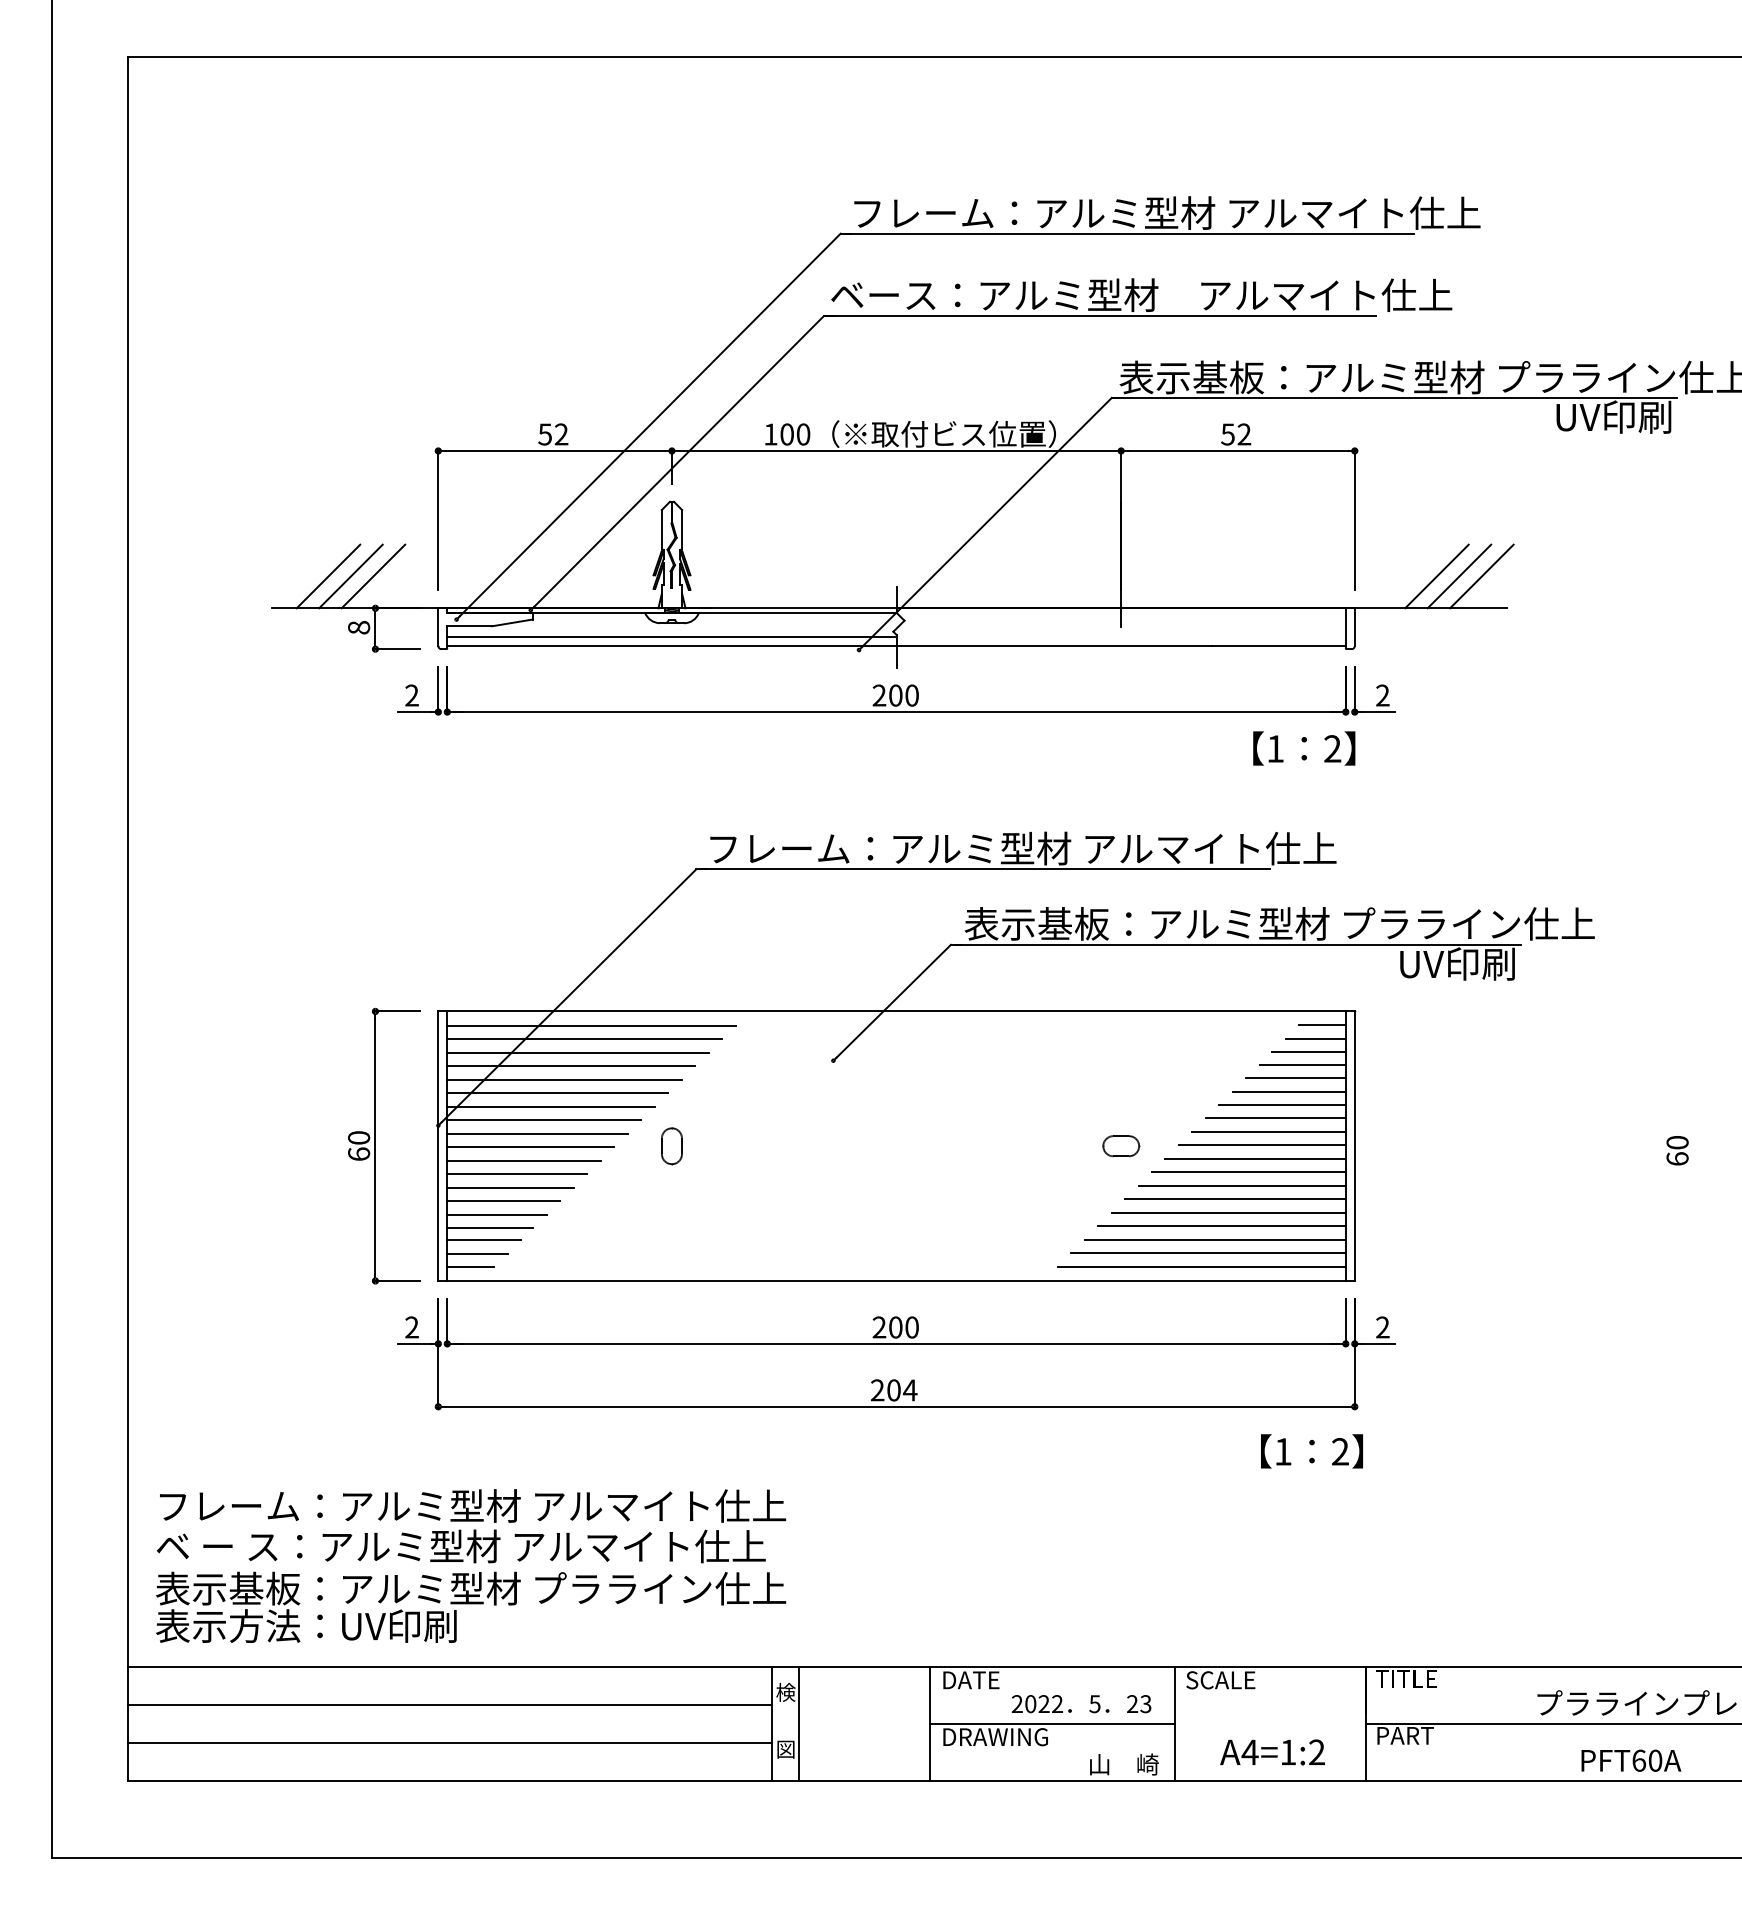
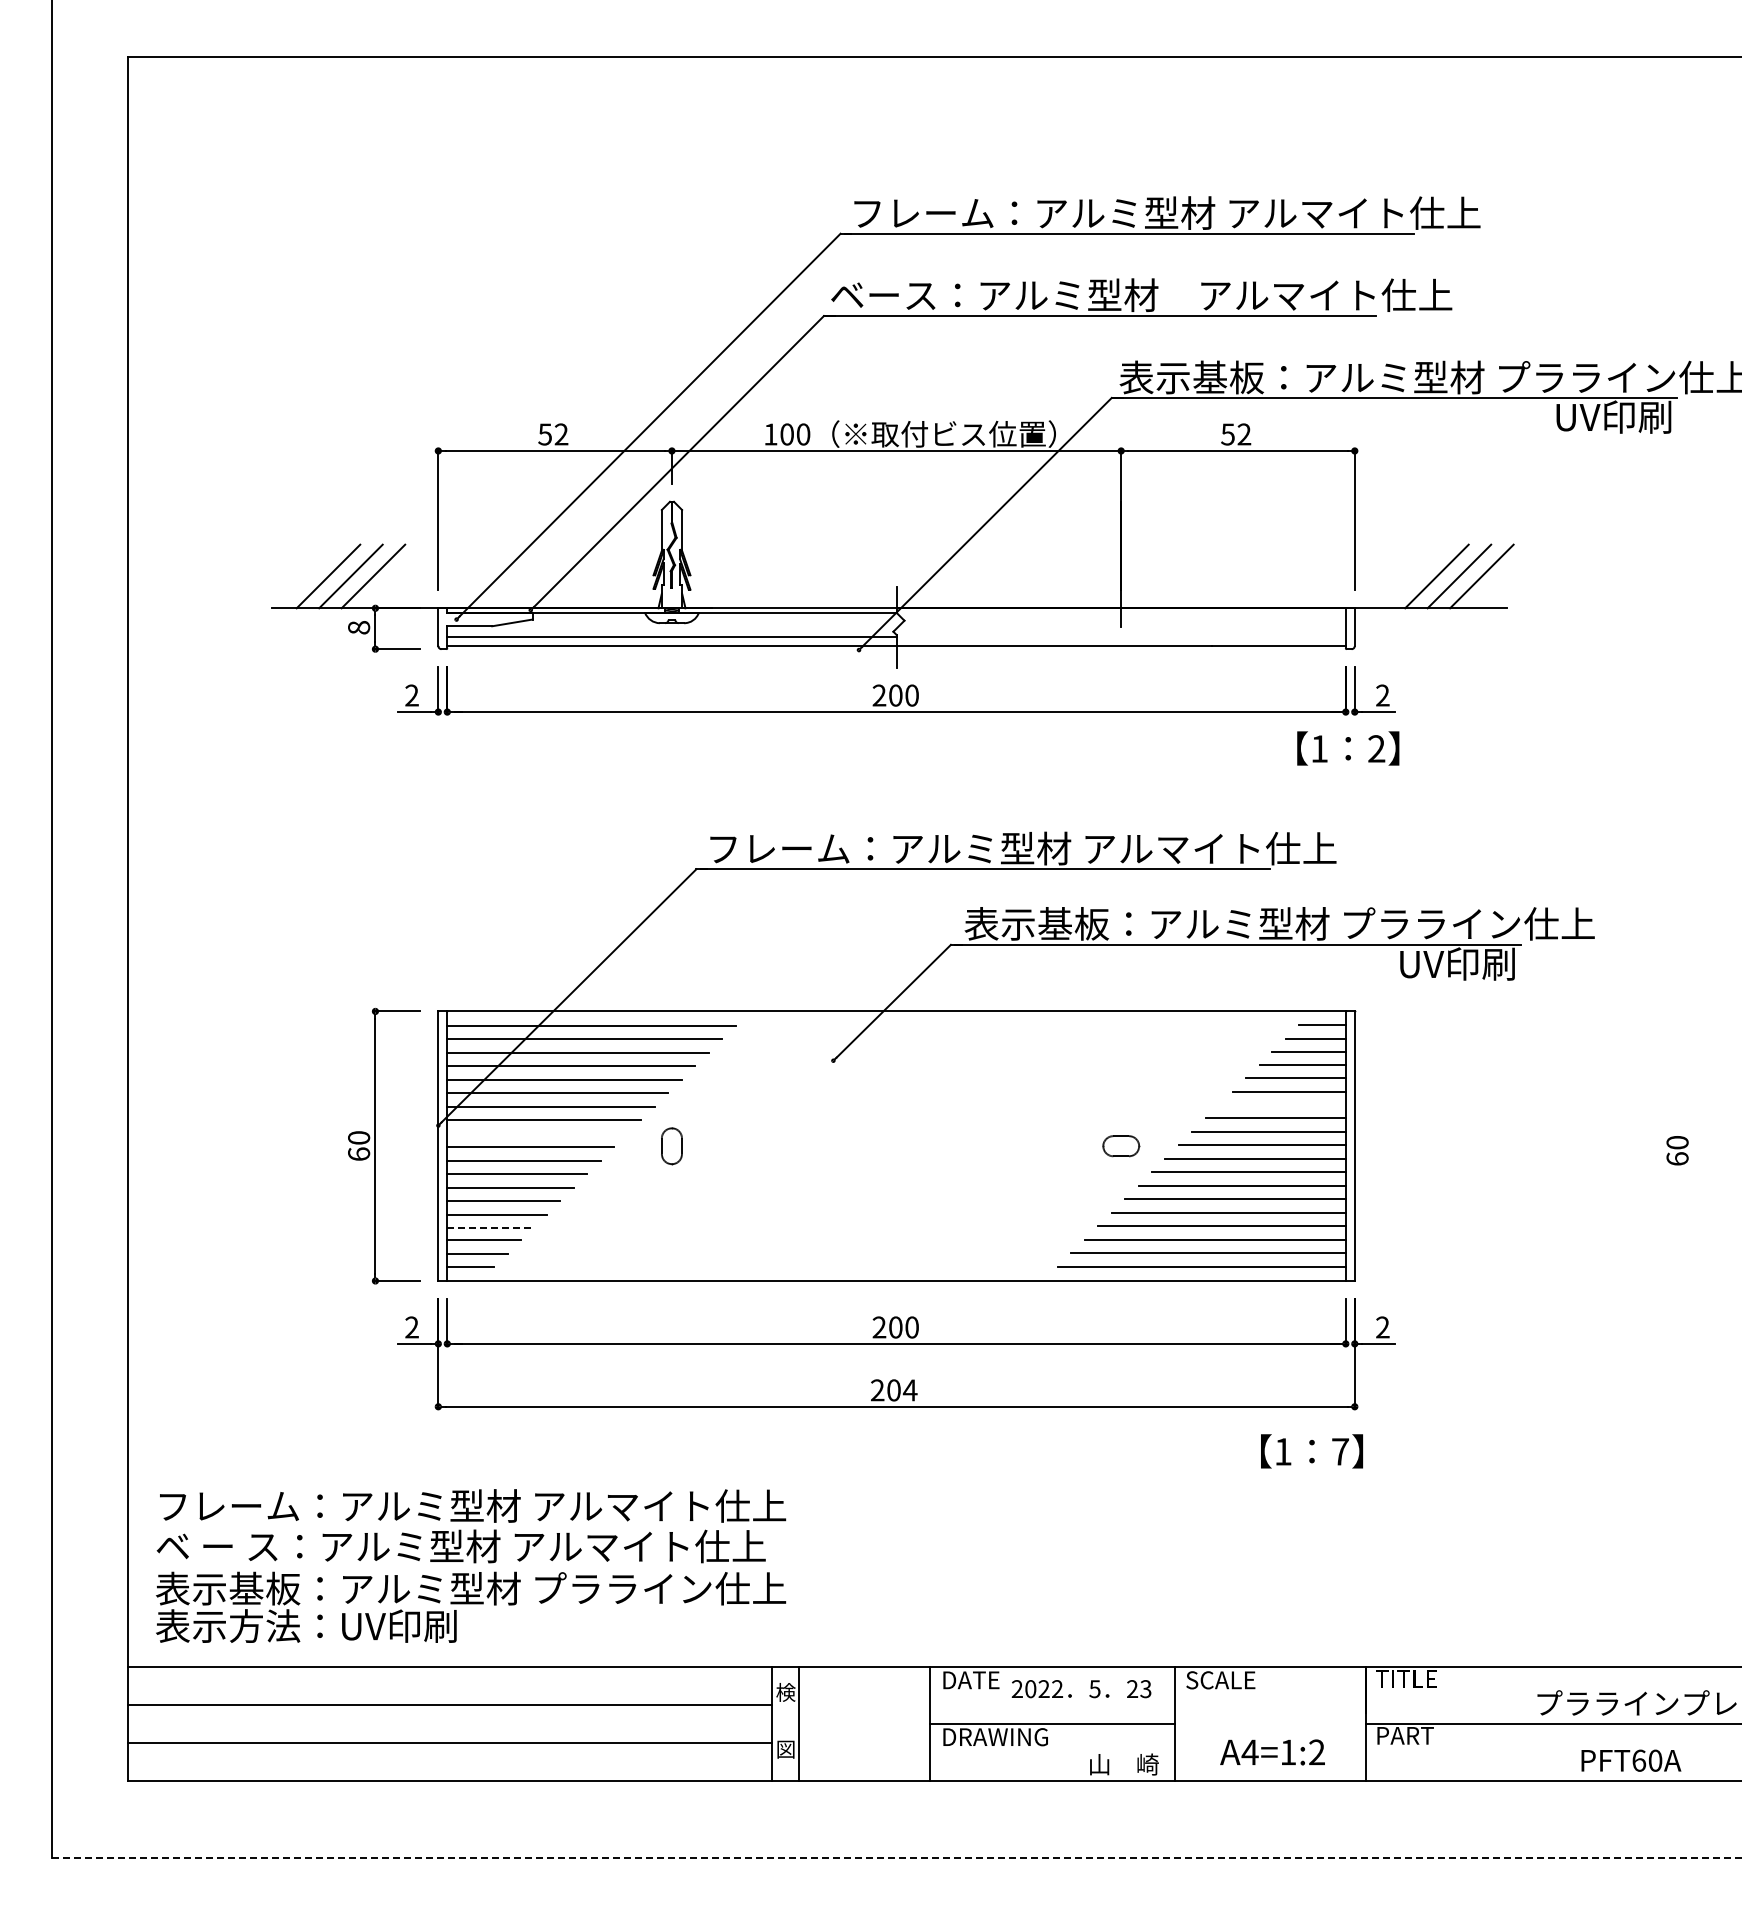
text at (1304, 748) position: (1304, 748) -> (1348, 748)
line at (1282, 1104): present -> none
line at (537, 1133): present -> none
line at (490, 1227): solid -> dashed
text at (1340, 1451): 2 -> 7
text at (1081, 1704) position: (1081, 1704) -> (1081, 1689)
line at (896, 1857): solid -> dashed
